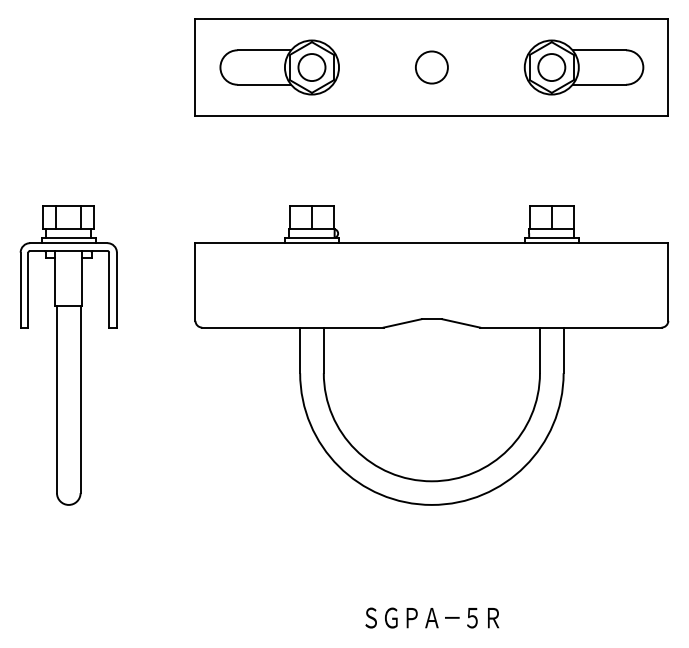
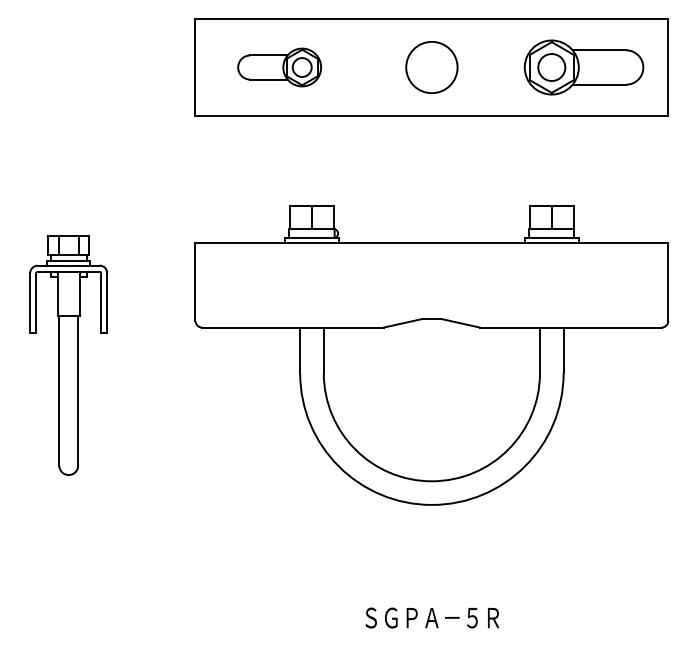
part at (279, 67) size: 121x57 px -> 85x41 px
circle at (431, 67) diameter: 32 px -> 51 px
part at (68, 355) size: 99x301 px -> 80x241 px
